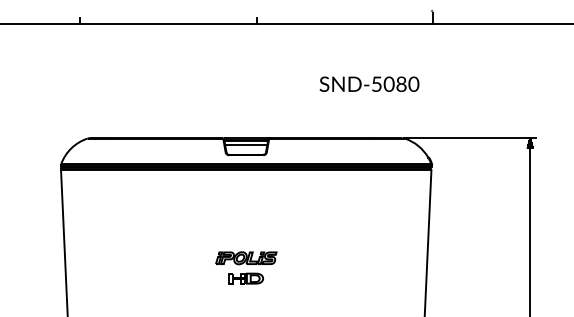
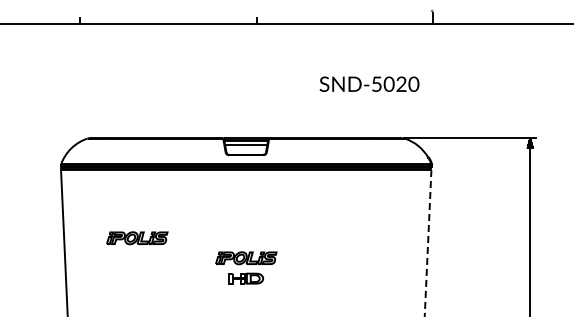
text at (401, 84): SND-5080 -> SND-5020
part at (137, 238): none -> present
line at (428, 243): solid -> dashed
